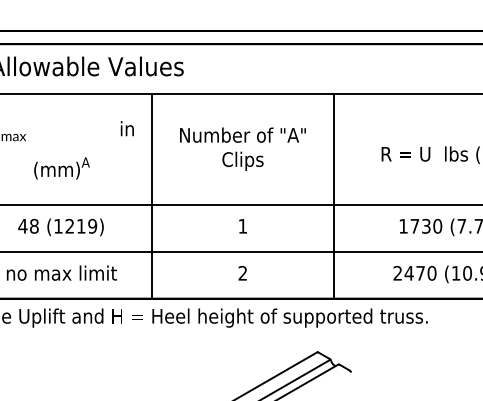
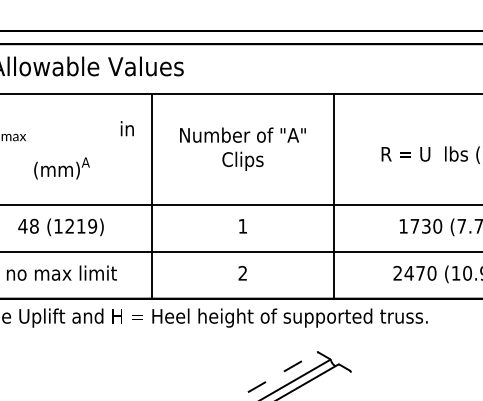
line at (275, 376): solid -> dashed
